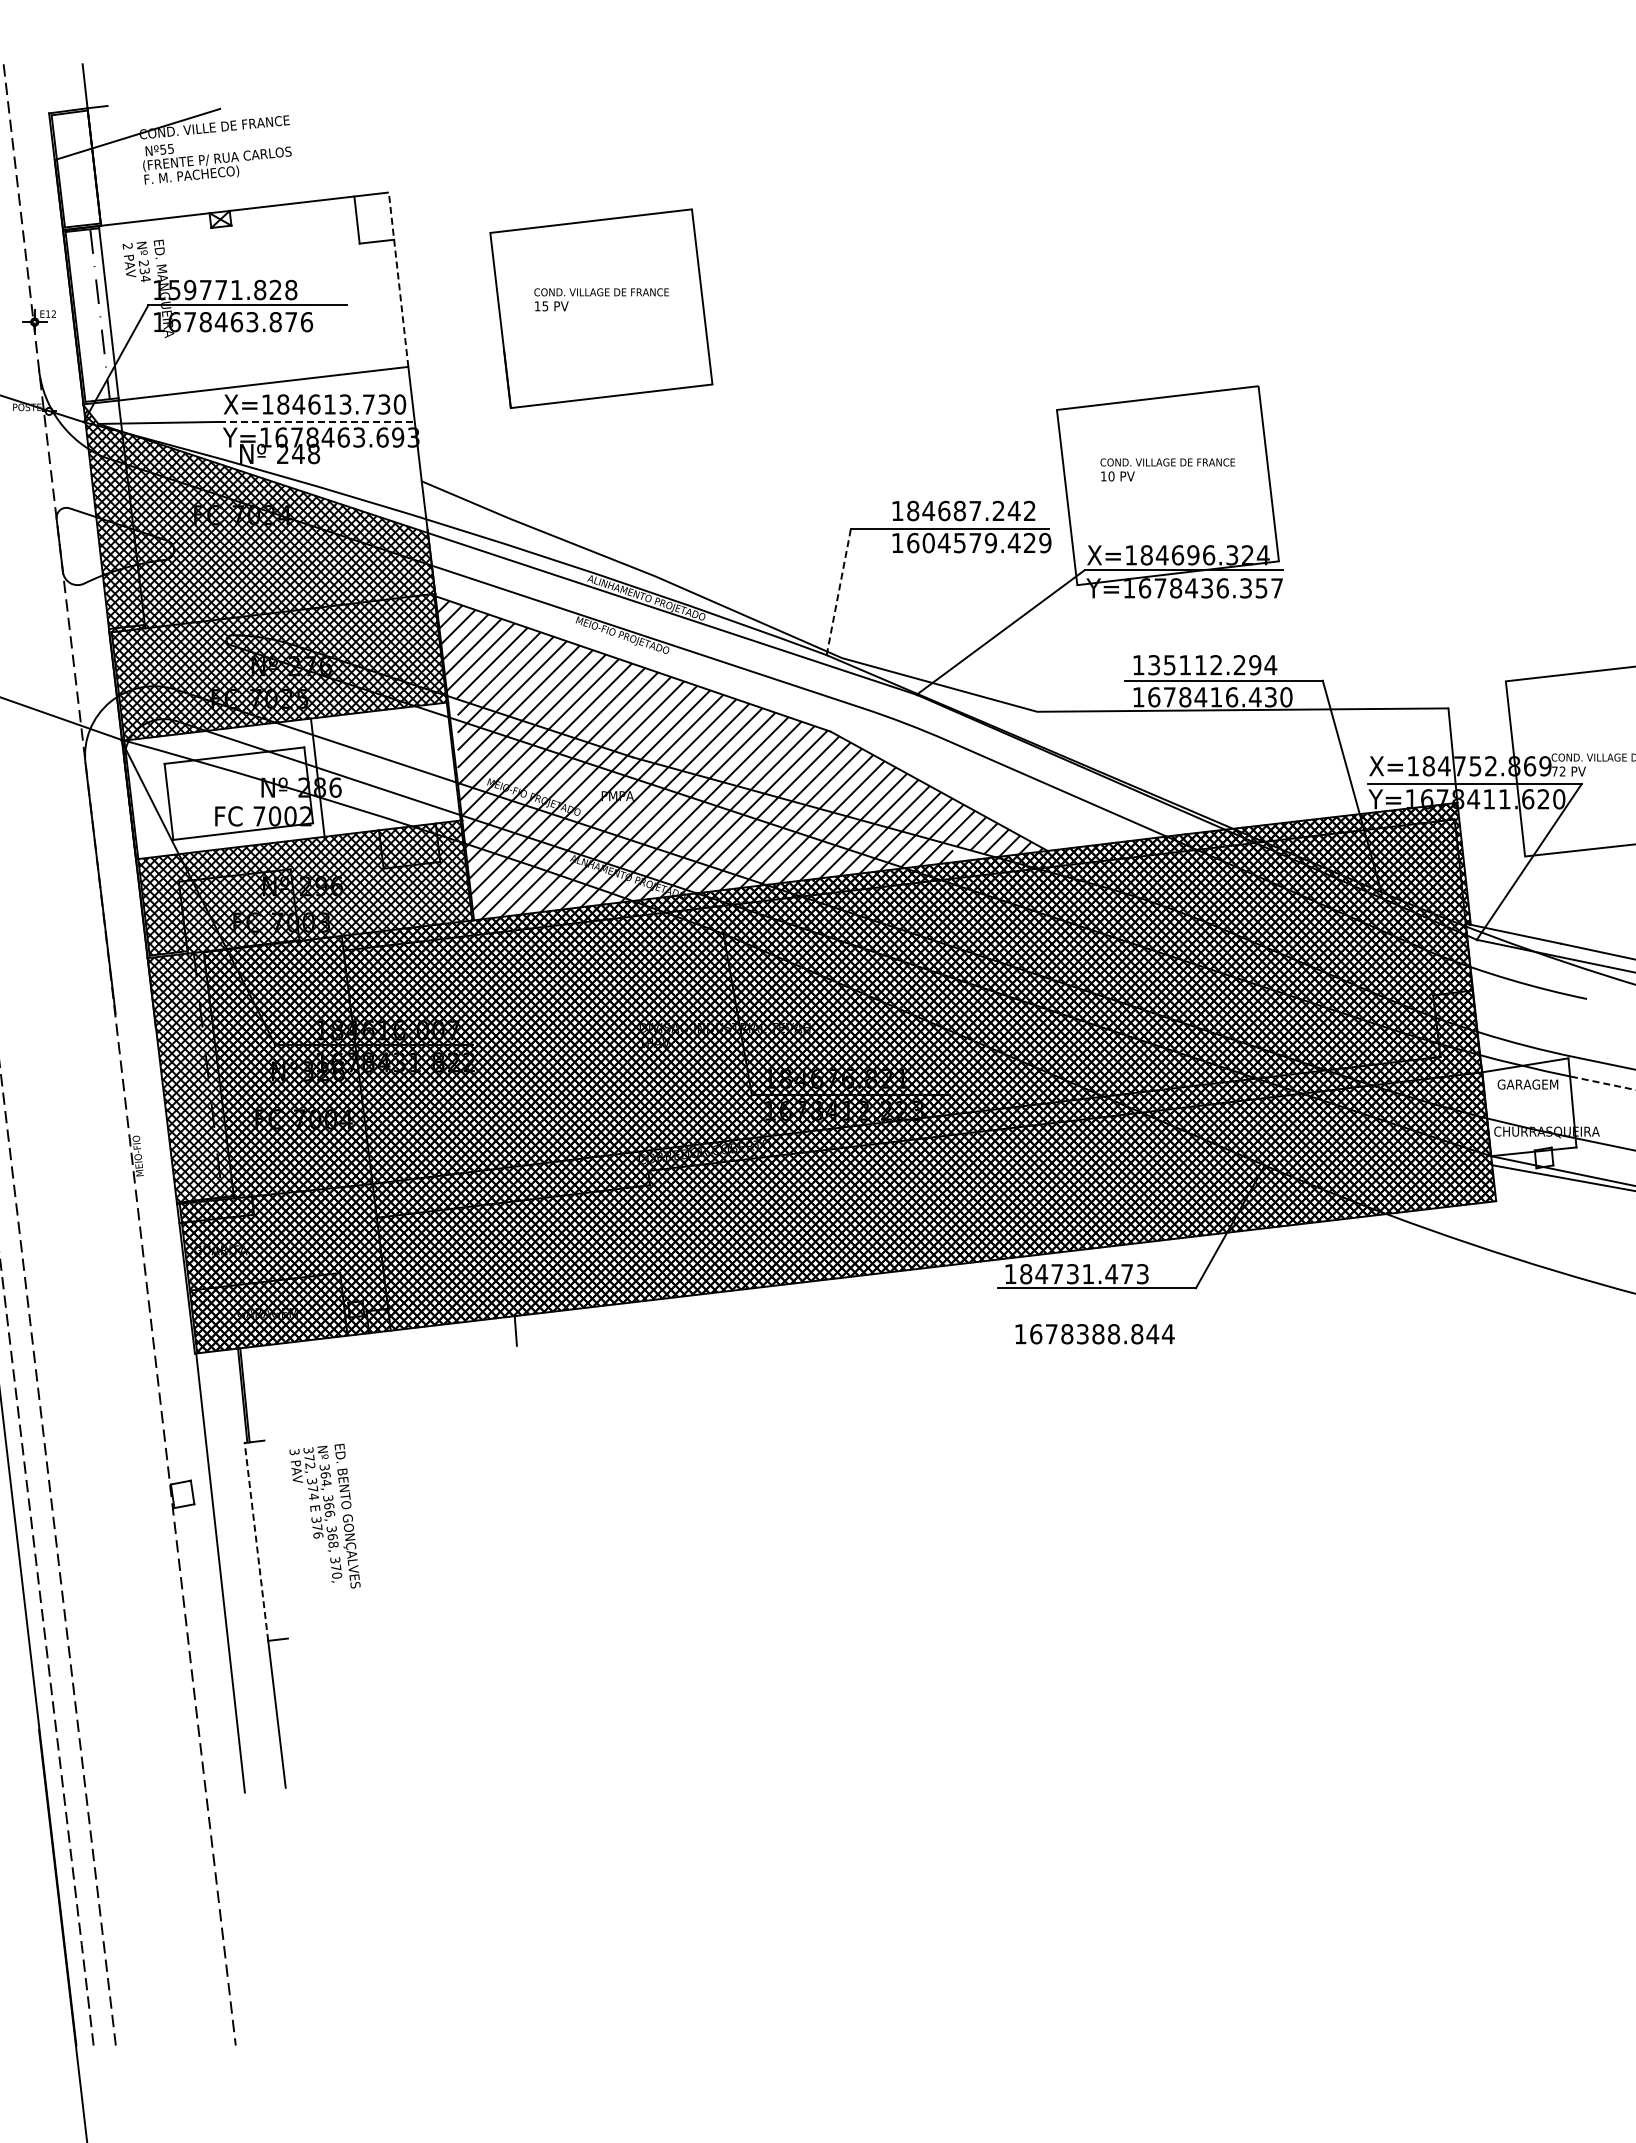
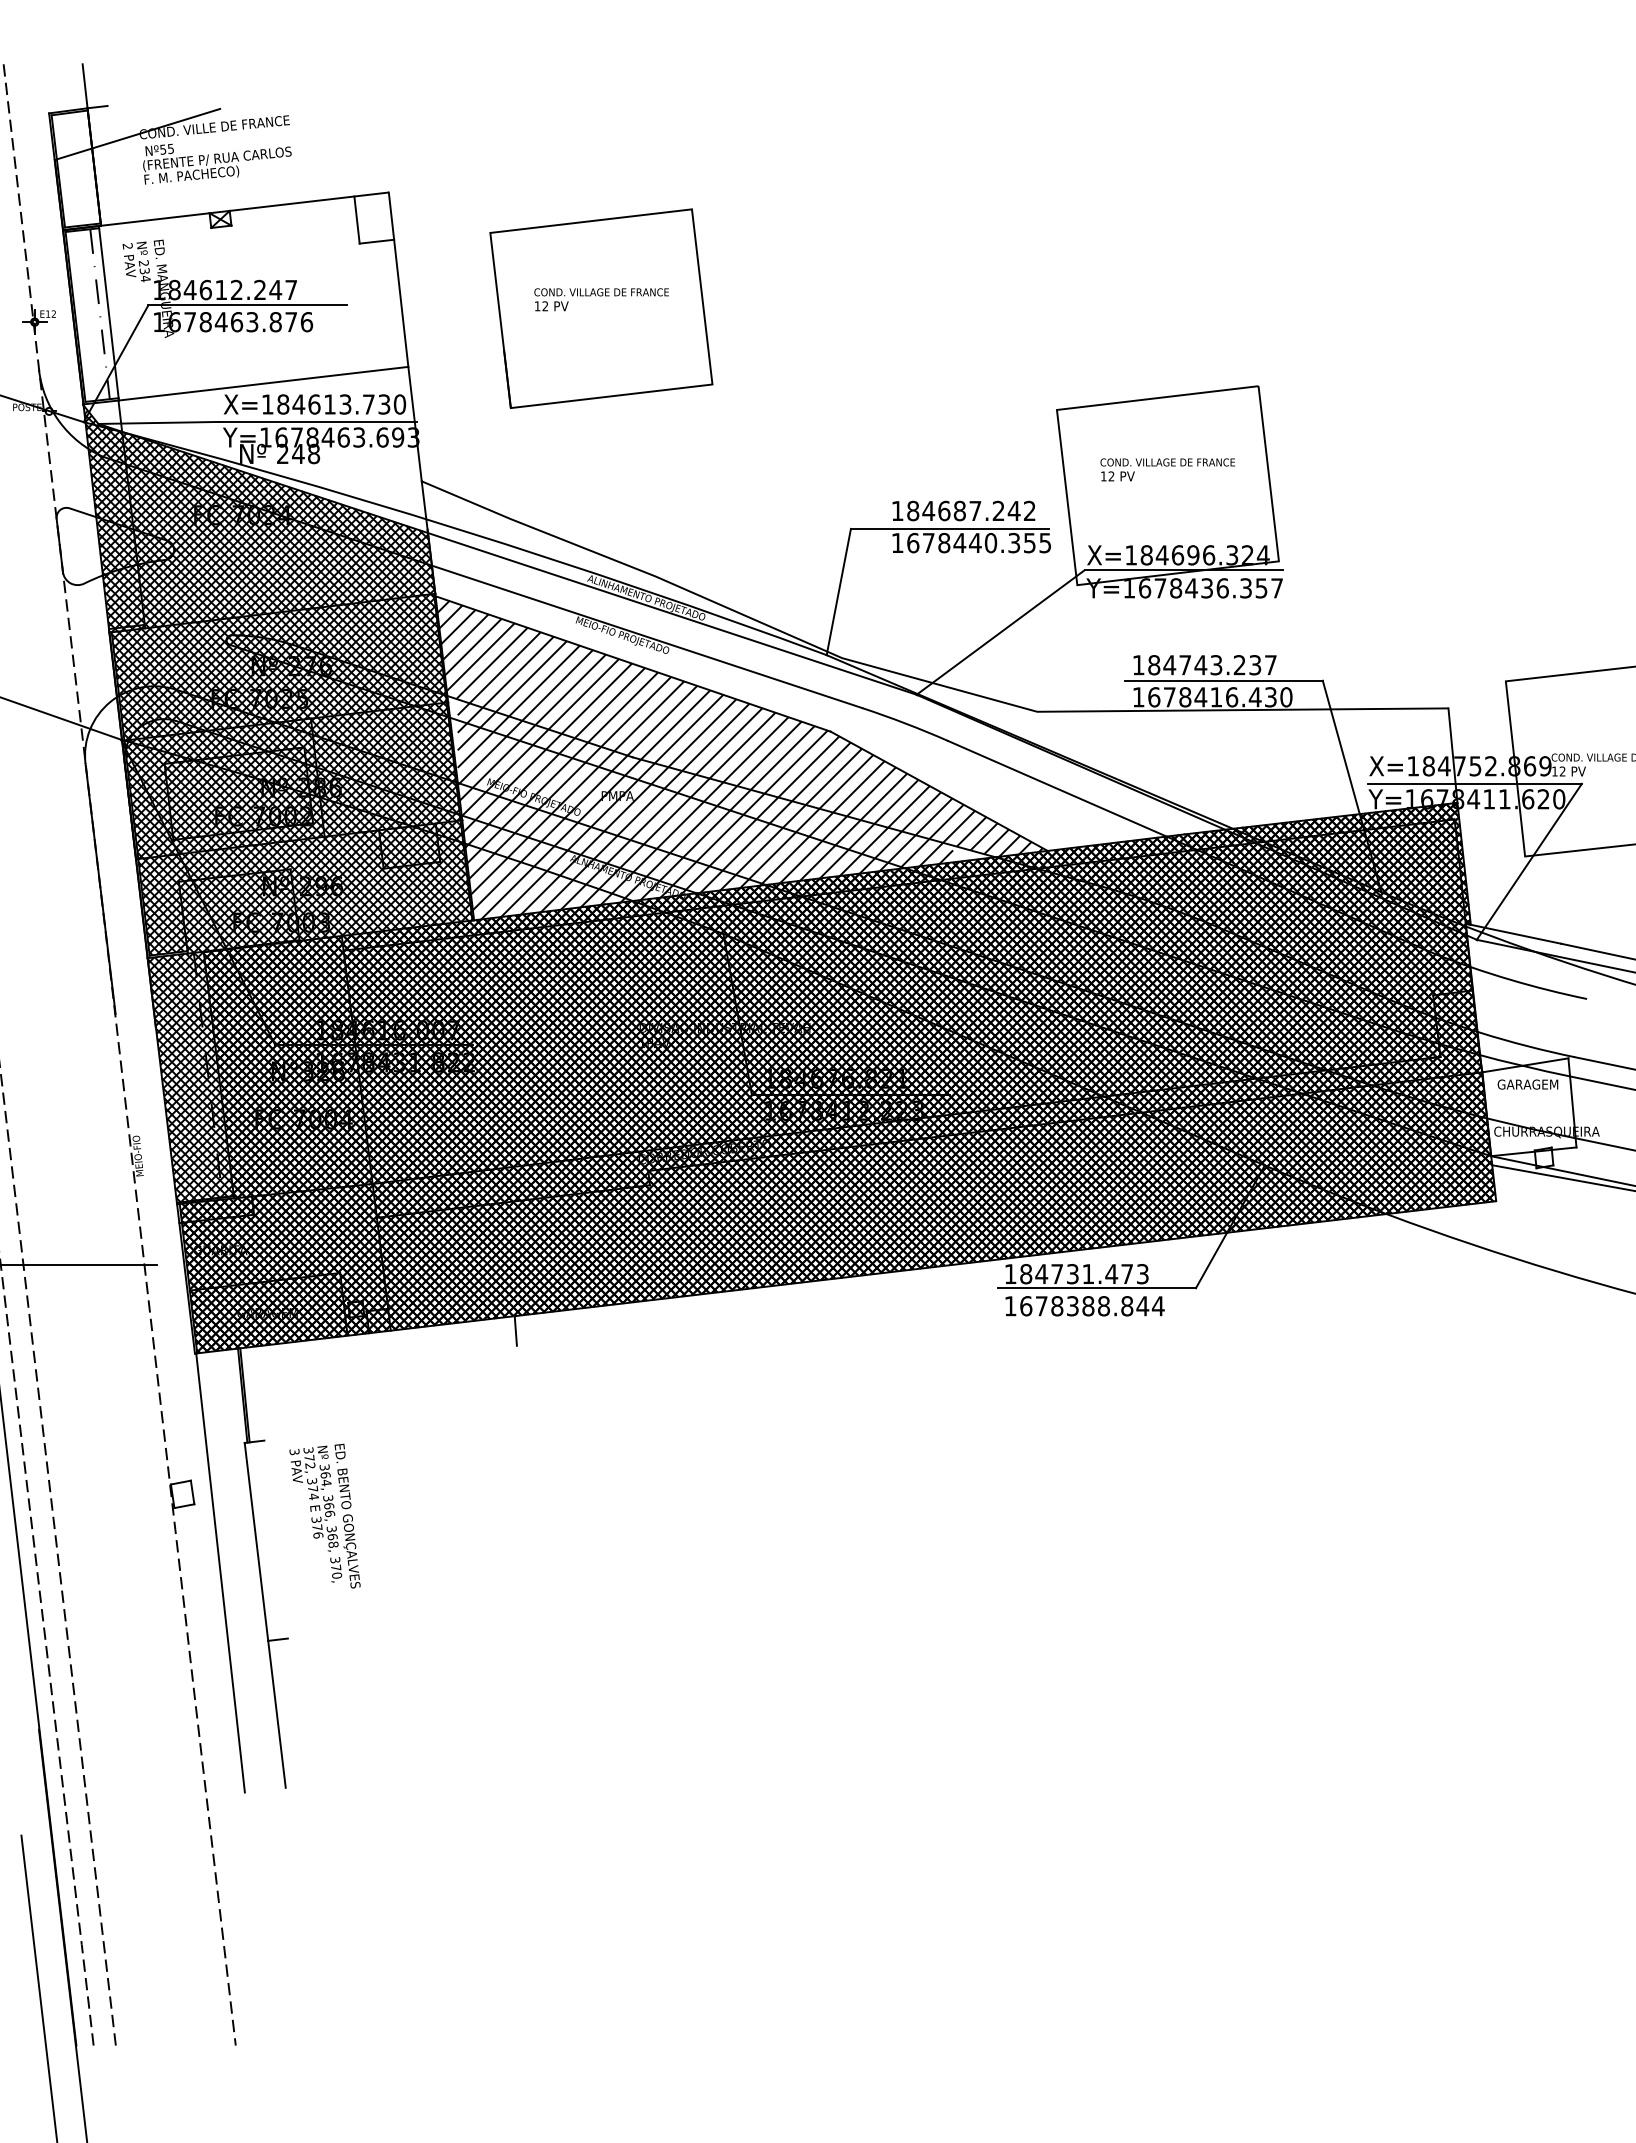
line at (398, 279): dashed -> solid
text at (232, 289): 159771.828 -> 184612.247
text at (545, 306): 15 -> 12
line at (318, 421): dashed -> solid
text at (1111, 476): 10 -> 12
text at (986, 542): 1604579.429 -> 1678440.355
line at (838, 591): dashed -> solid
text at (1212, 665): 135112.294 -> 184743.237
text at (1554, 771): 72 -> 12
hatch at (293, 780): none -> present
line at (1603, 1083): dashed -> solid
line at (79, 1264): none -> present
text at (1094, 1334) position: (1094, 1334) -> (1084, 1306)
line at (256, 1541): dashed -> solid
line at (38, 1987): none -> present
